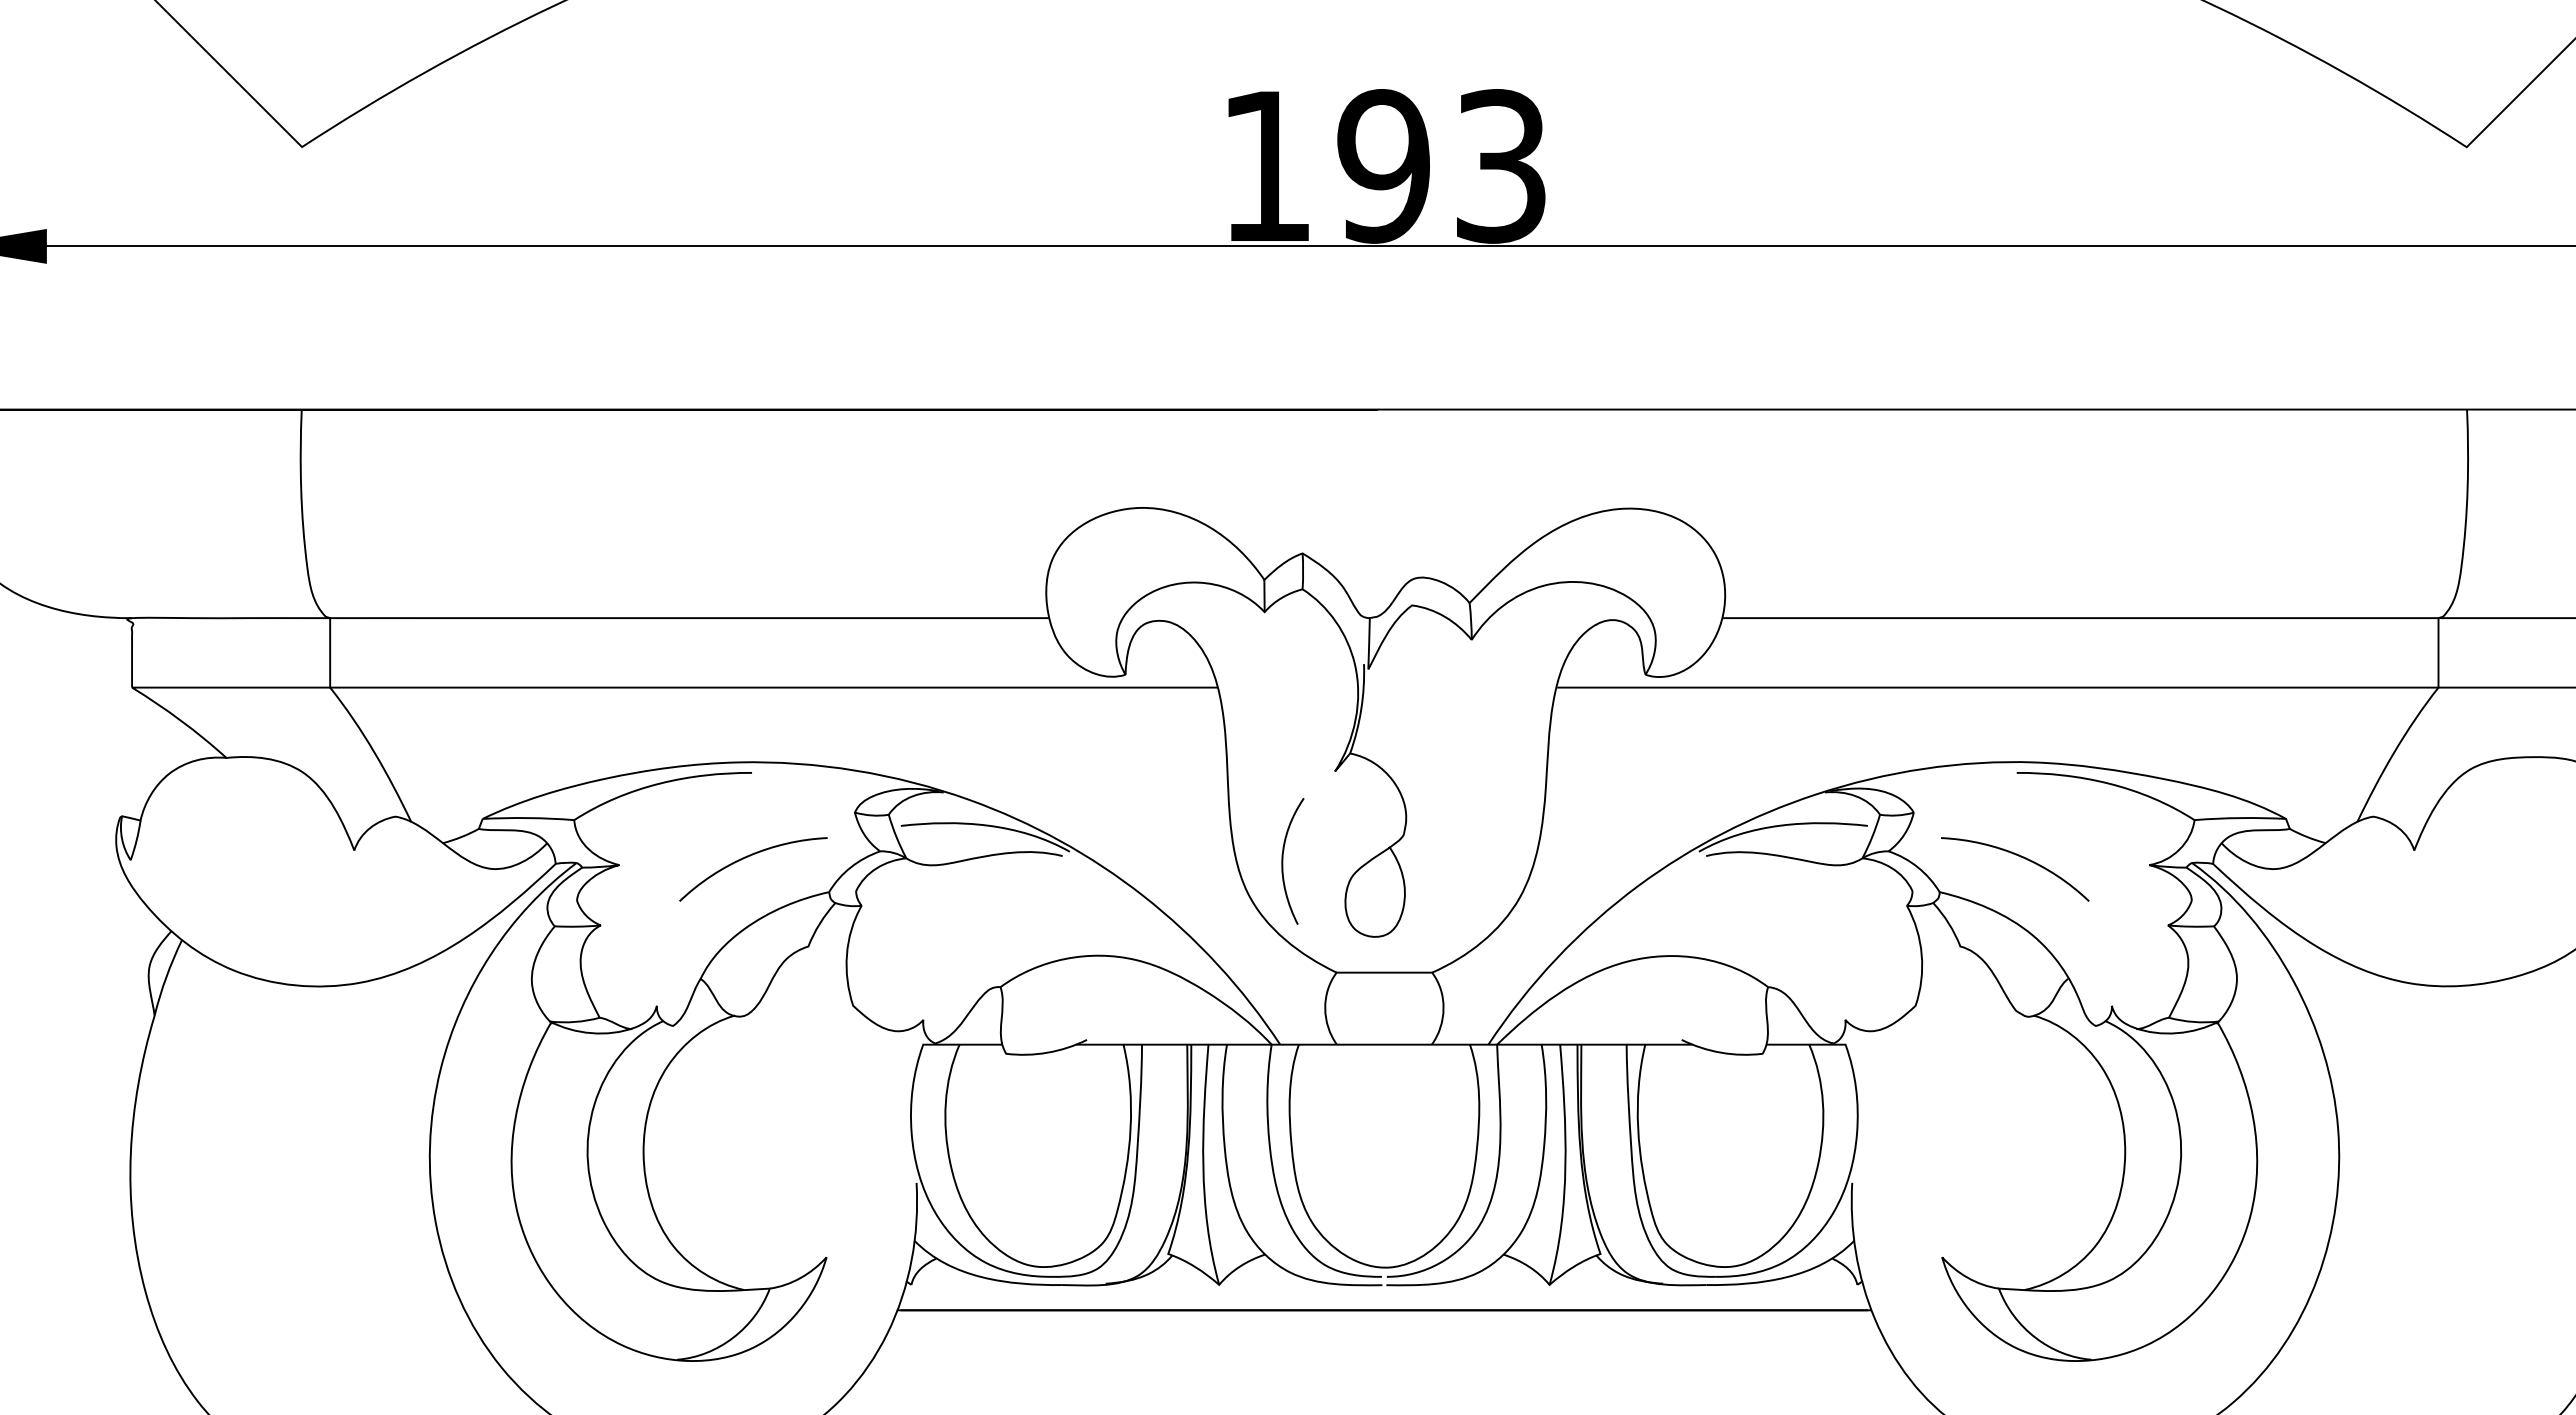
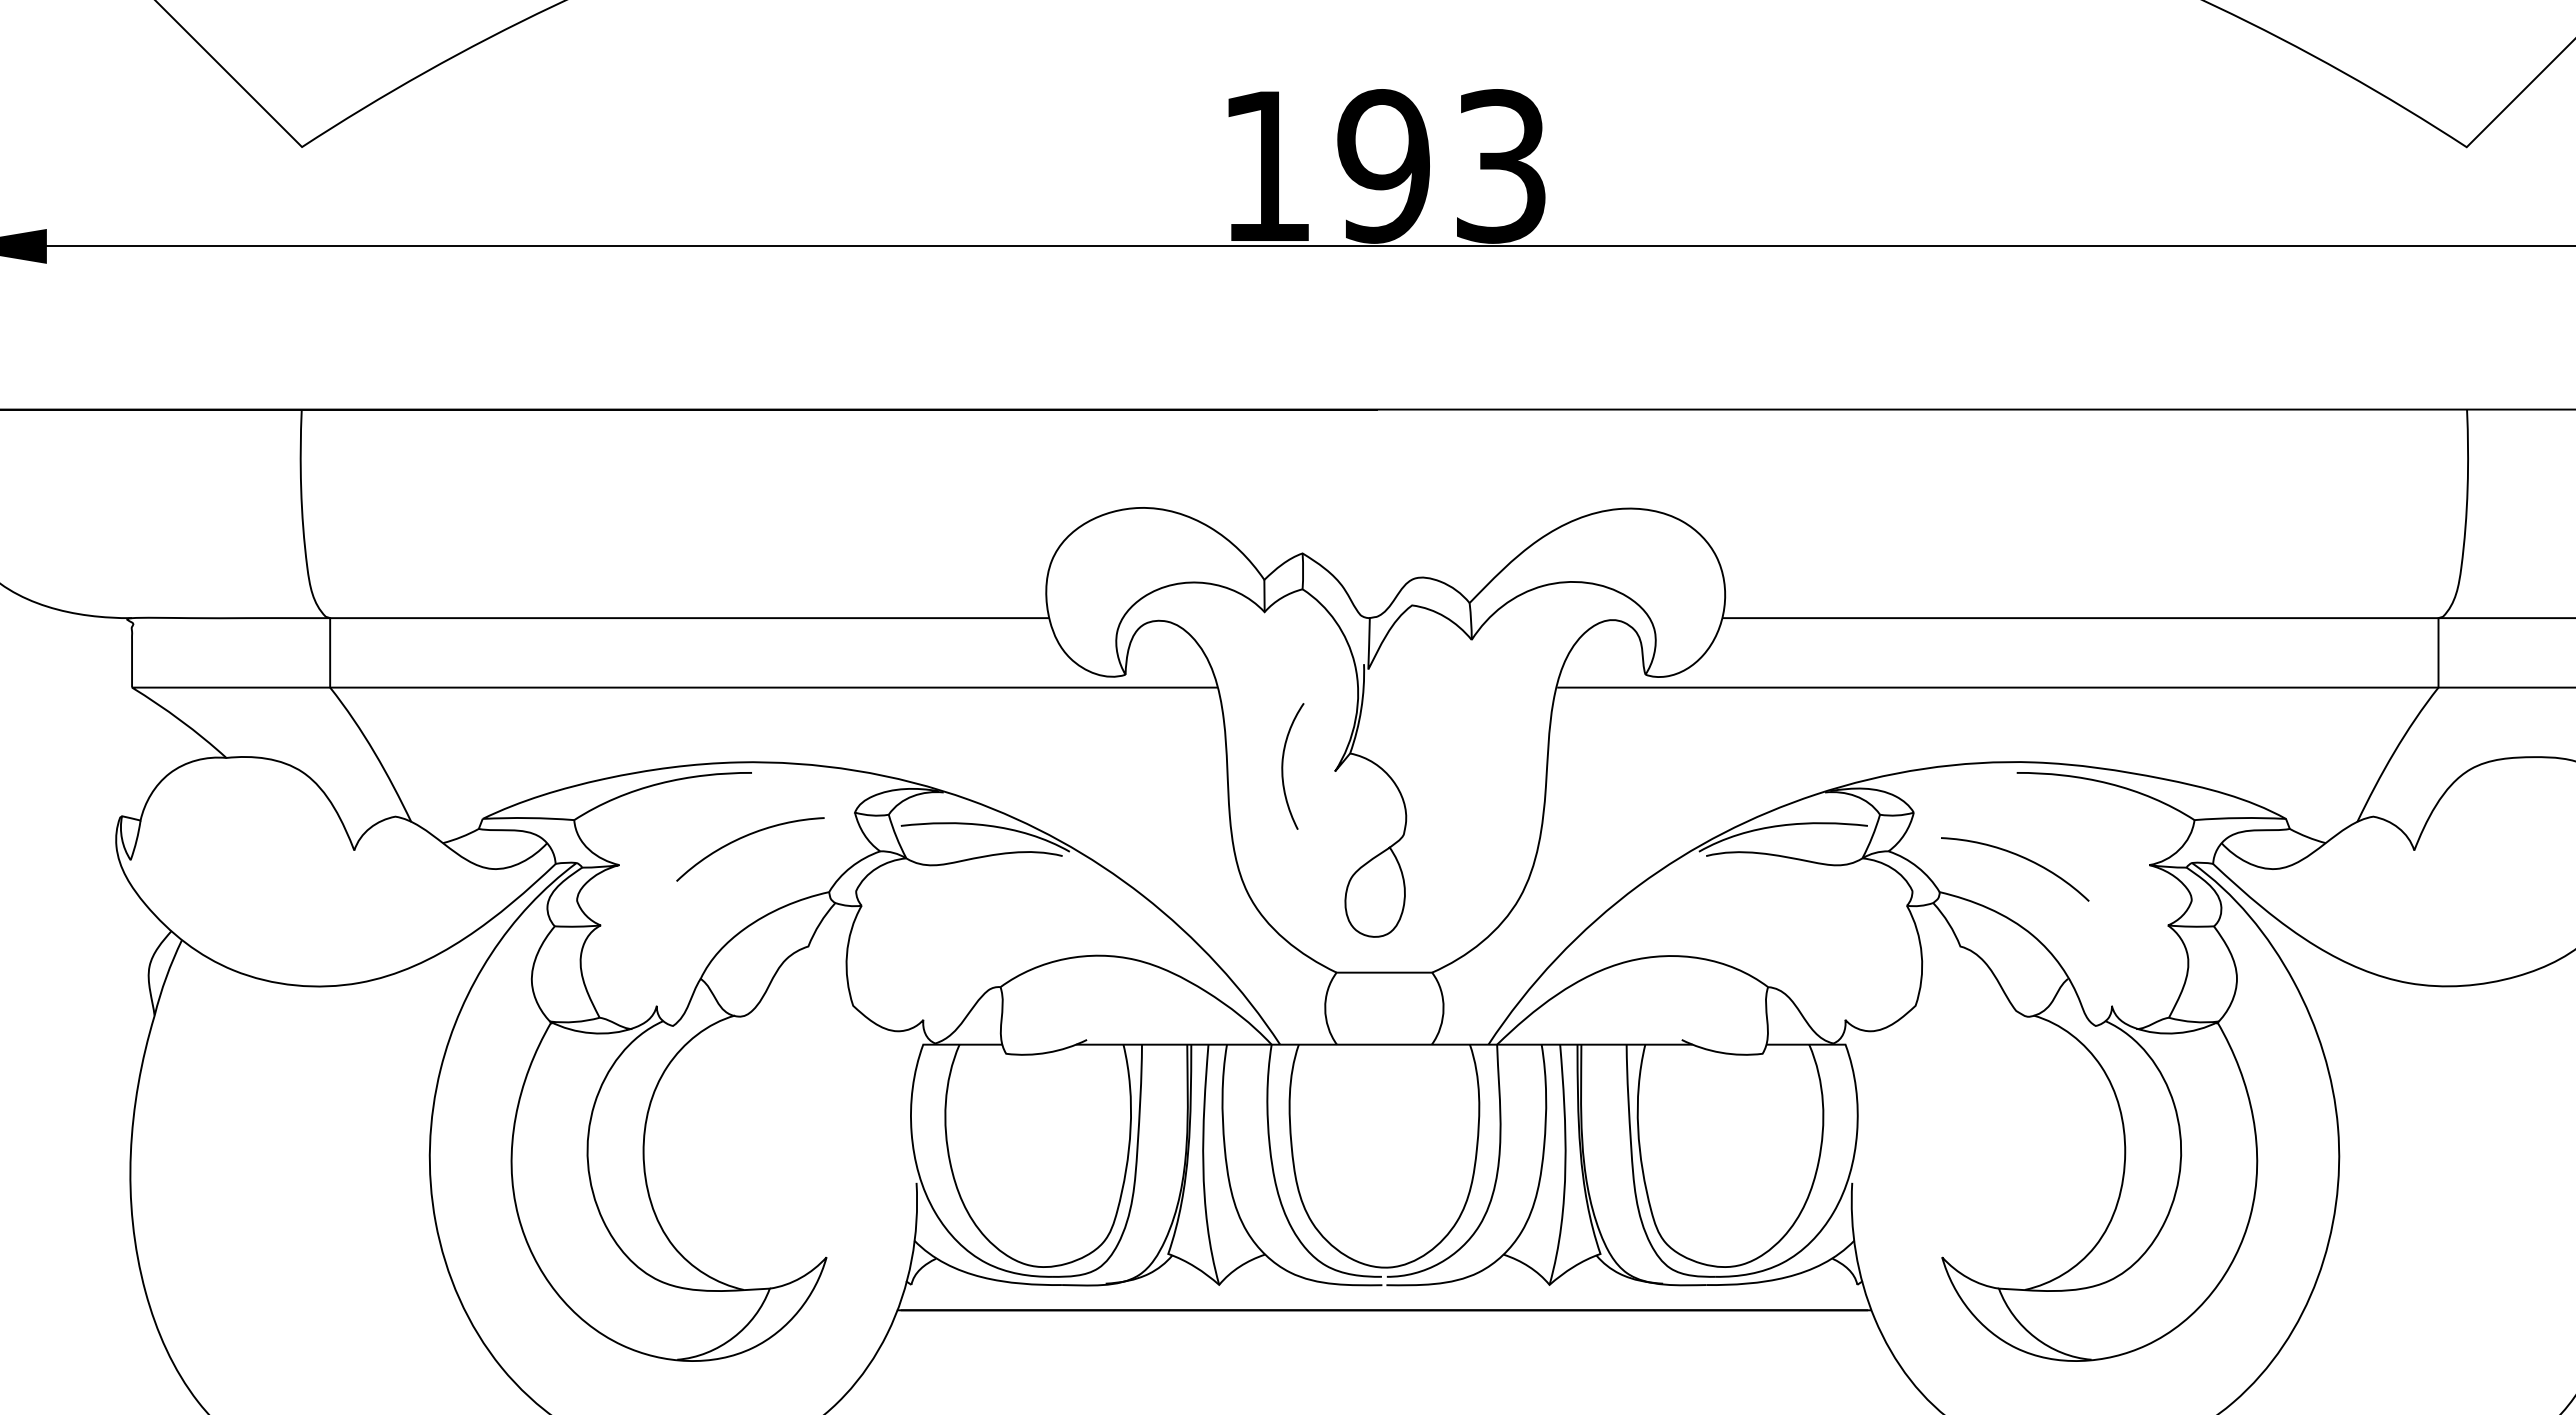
curve at (748, 857) position: (748, 857) -> (745, 837)
curve at (1283, 861) position: (1283, 861) -> (1283, 766)
